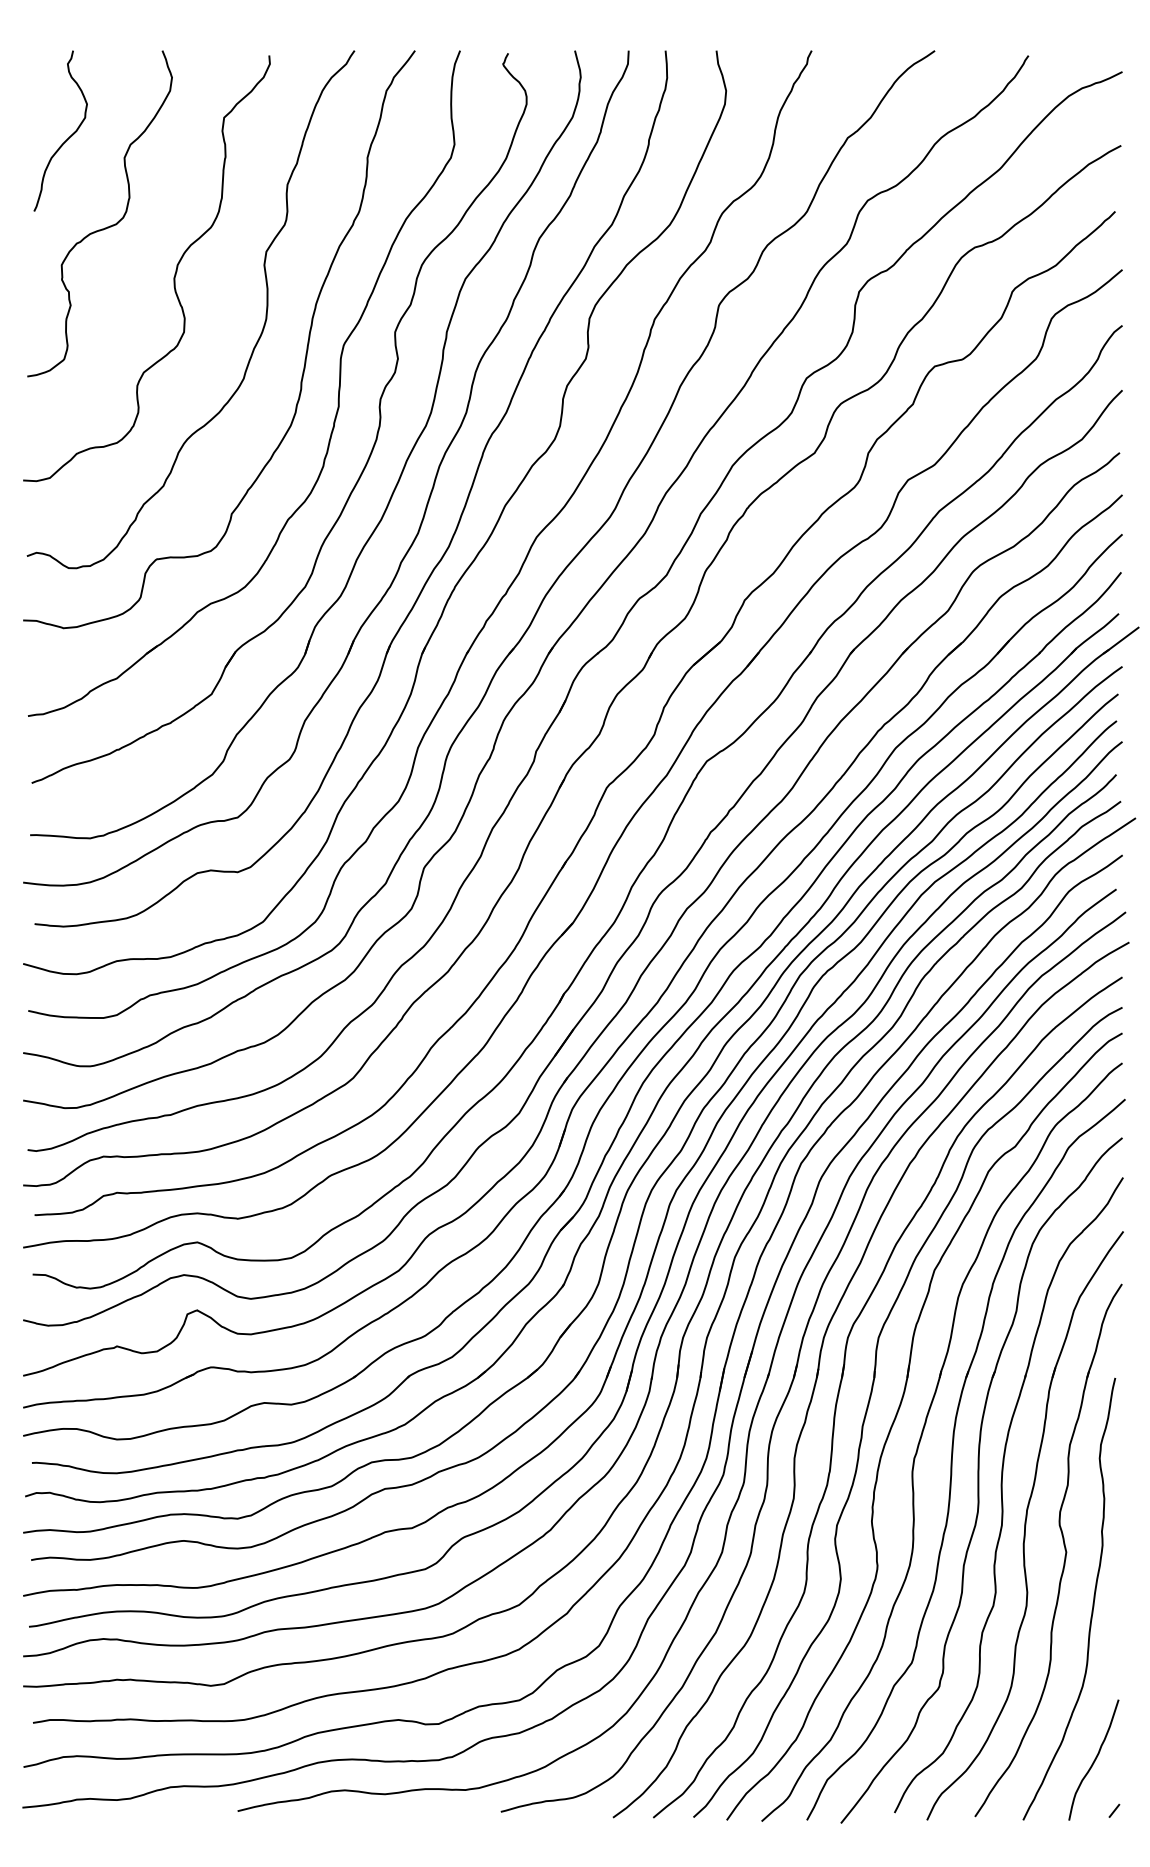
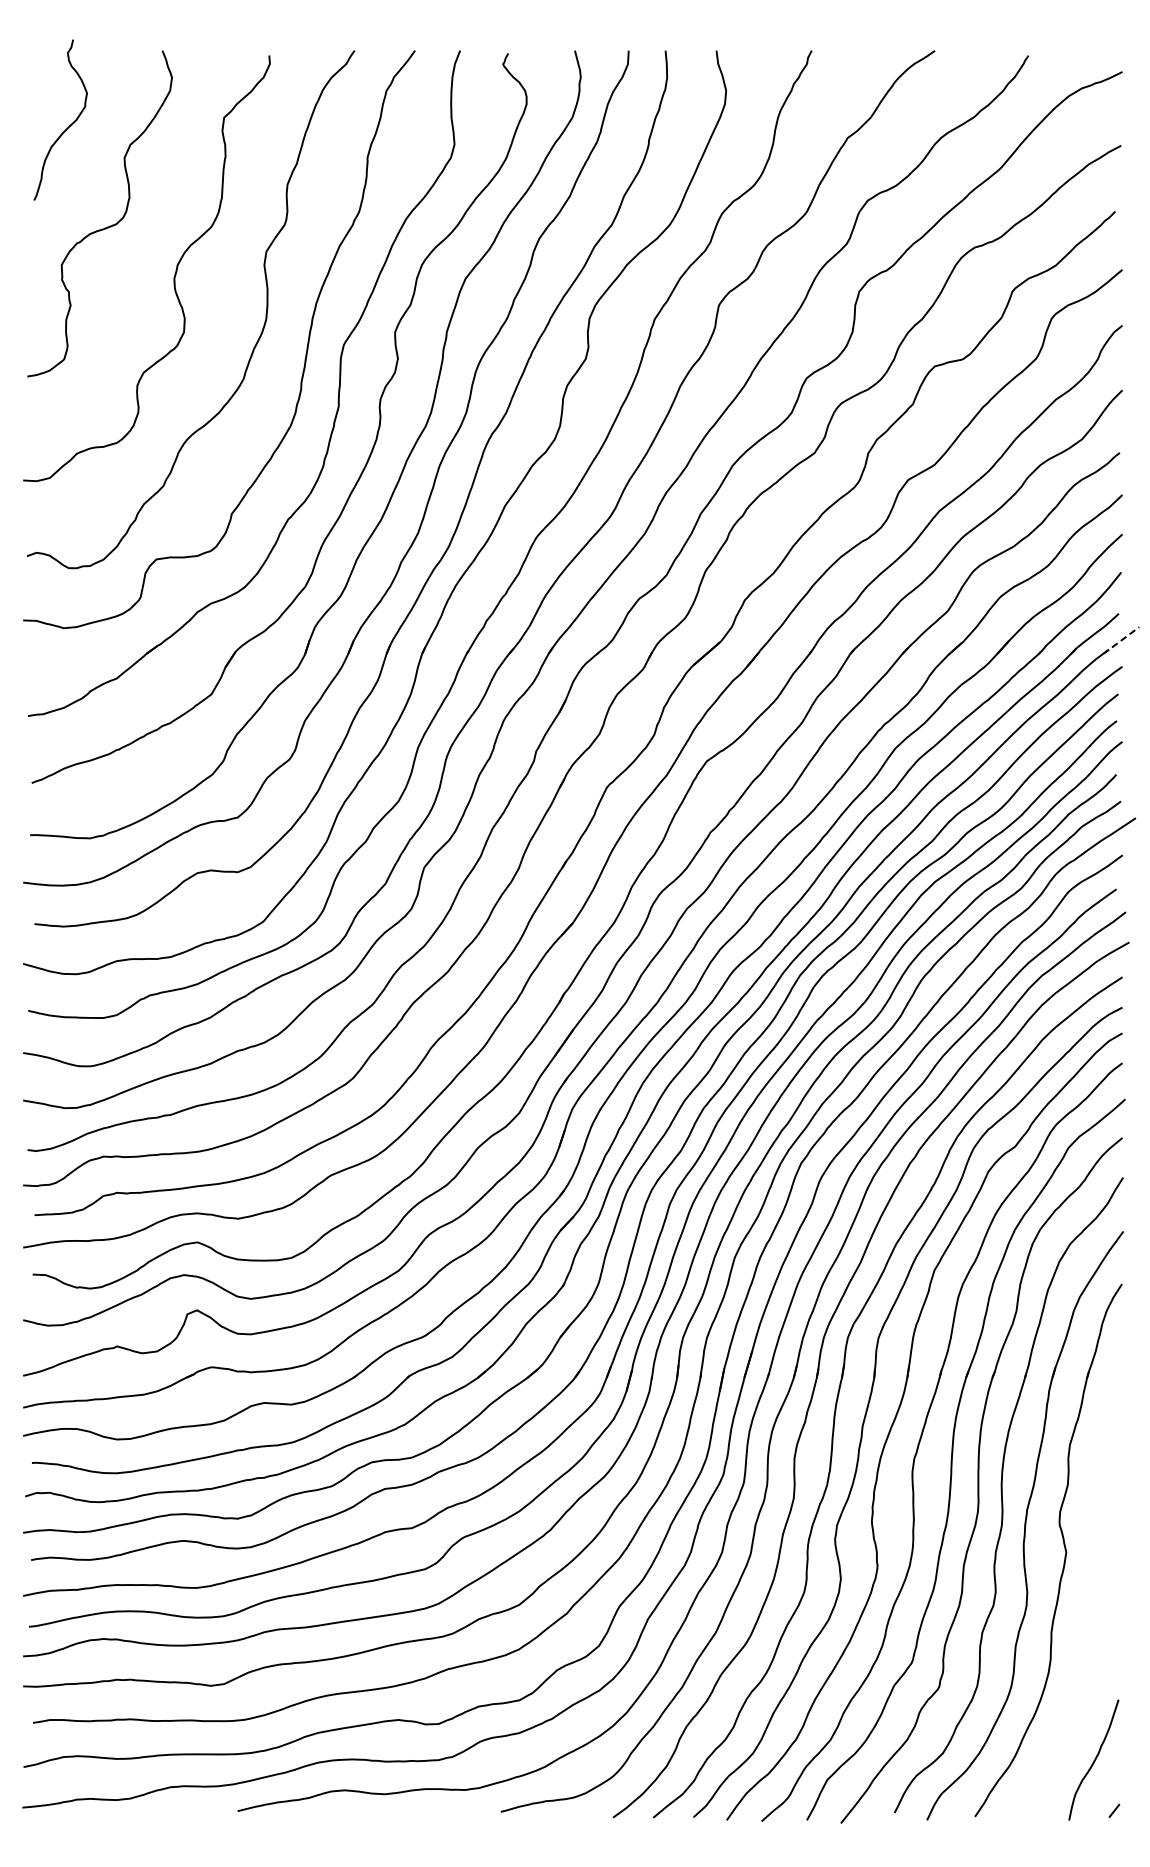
curve at (68, 137) position: (68, 137) -> (68, 126)
line at (1121, 640): solid -> dashed
curve at (1092, 1602): present -> none
